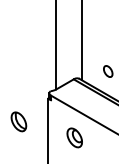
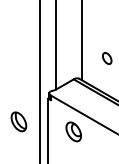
part at (108, 71) position: (108, 71) -> (107, 58)
line at (40, 81): none -> present
part at (74, 137) position: (74, 137) -> (73, 131)
